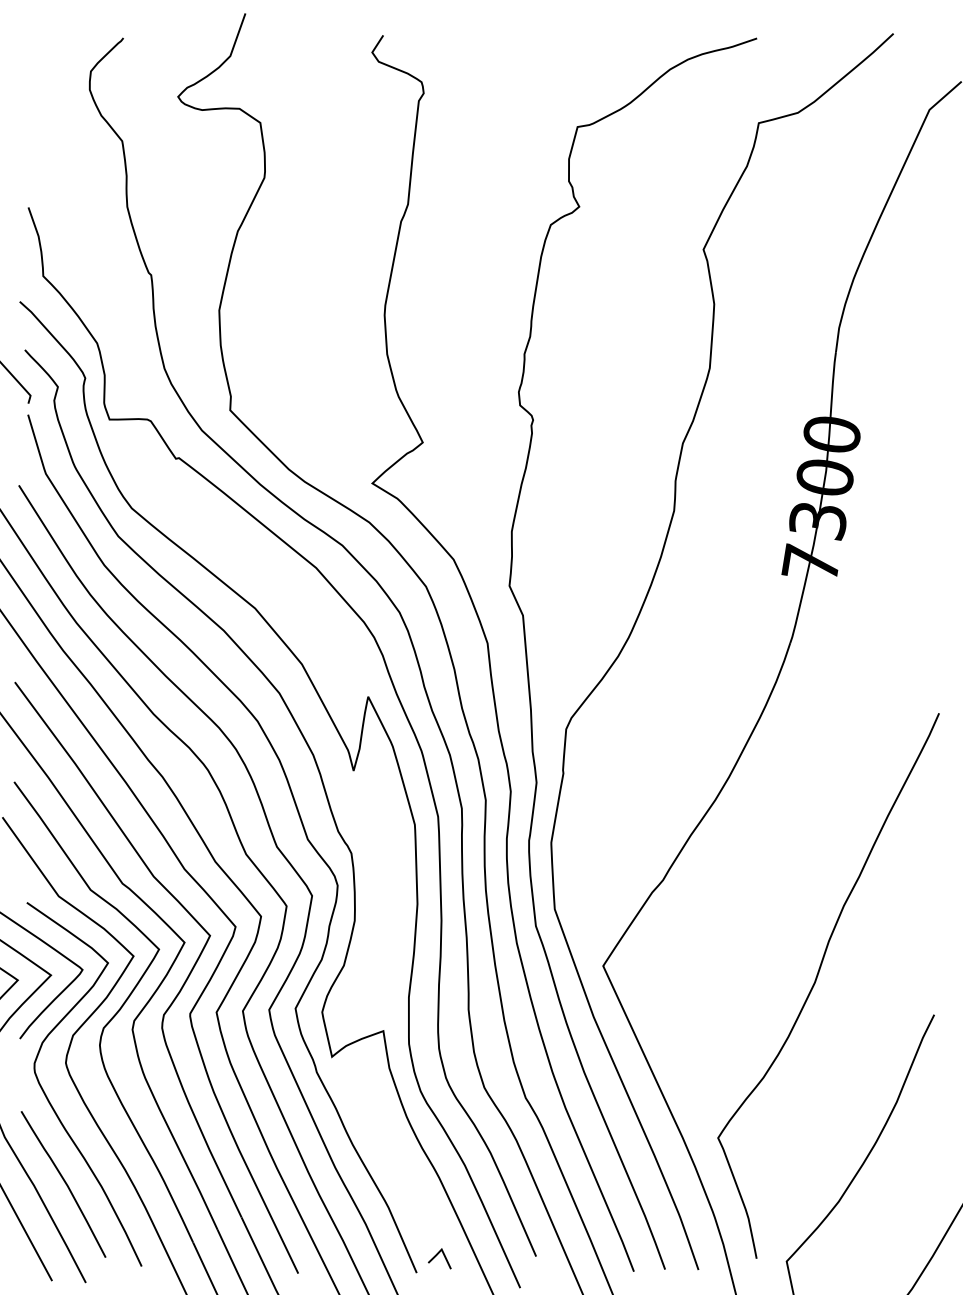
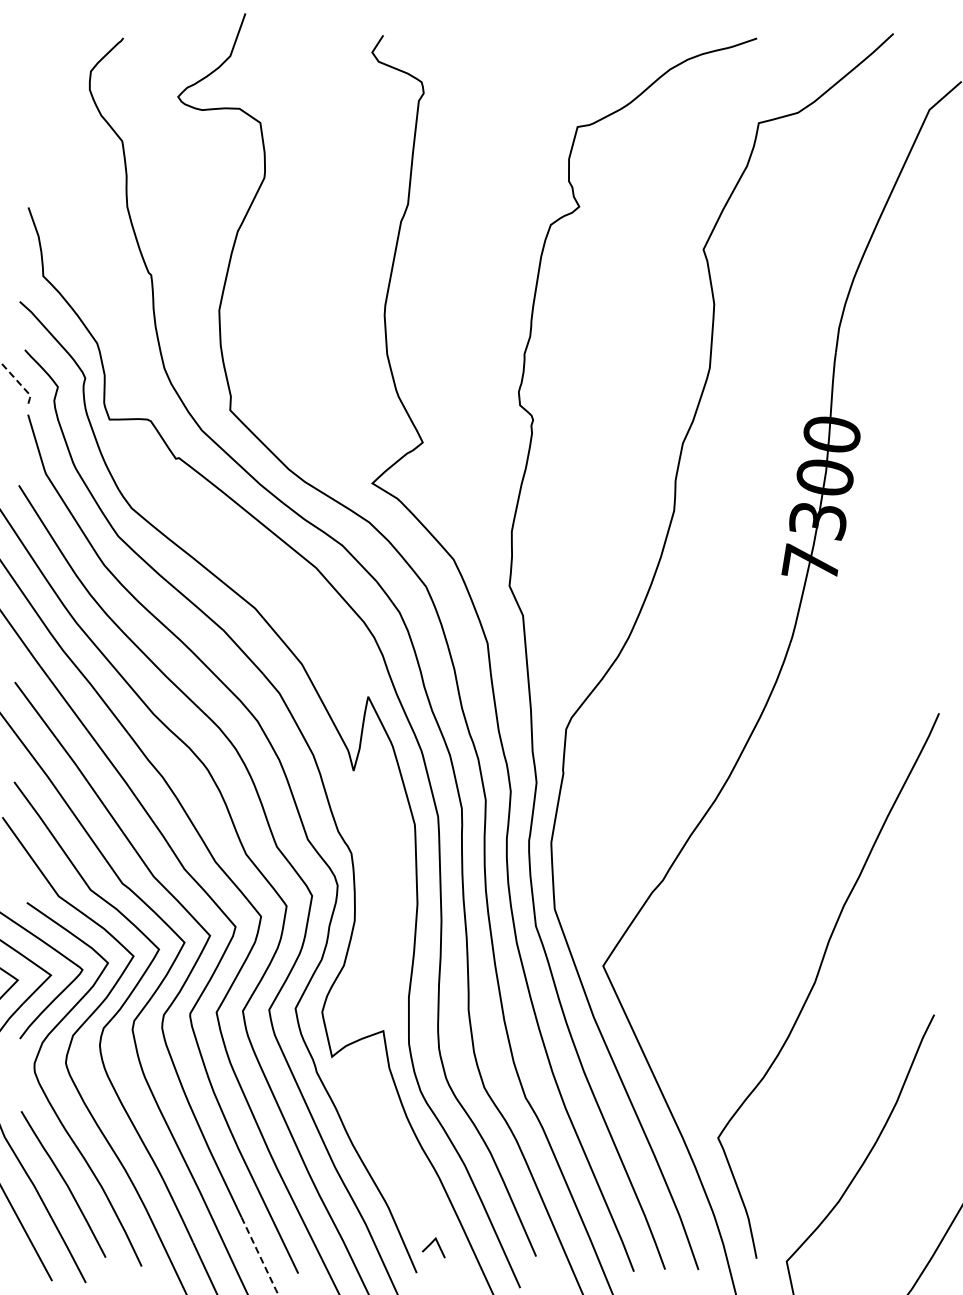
line at (18, 382): solid -> dashed
line at (259, 1255): solid -> dashed
line at (437, 1255) position: (437, 1255) -> (431, 1244)
